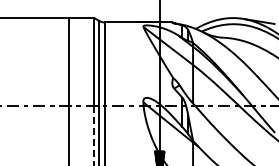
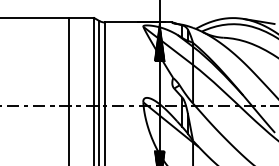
hatch at (159, 41): none -> present
line at (94, 135): dashed -> solid
